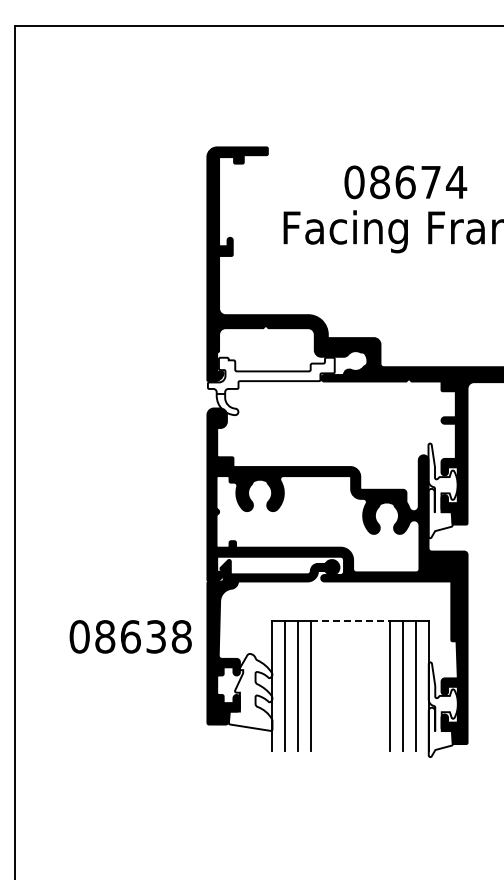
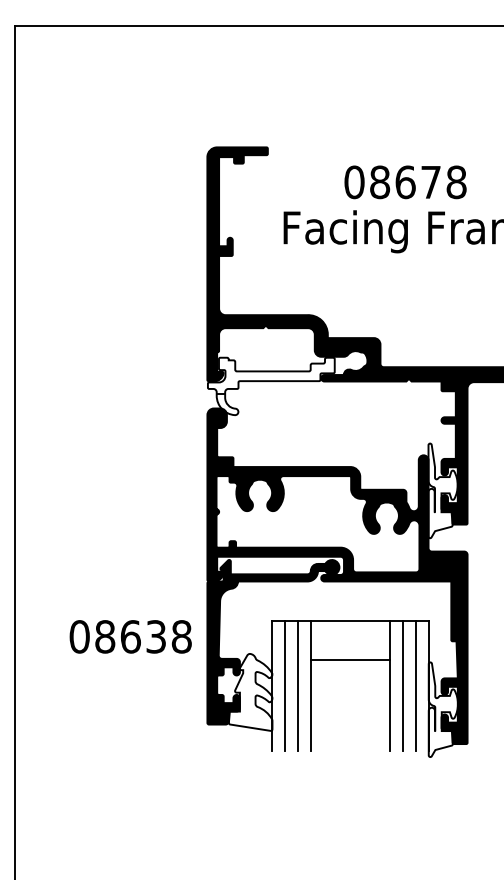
text at (456, 182): 08674 -> 08678
line at (350, 620): dashed -> solid
line at (350, 659): none -> present
